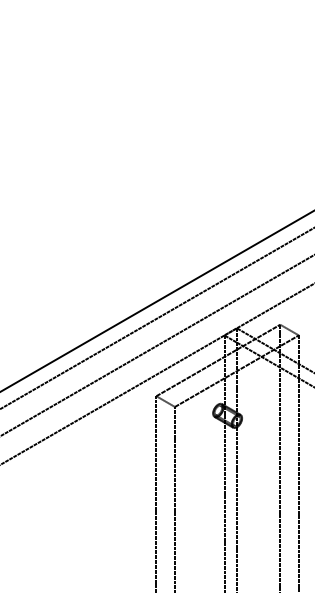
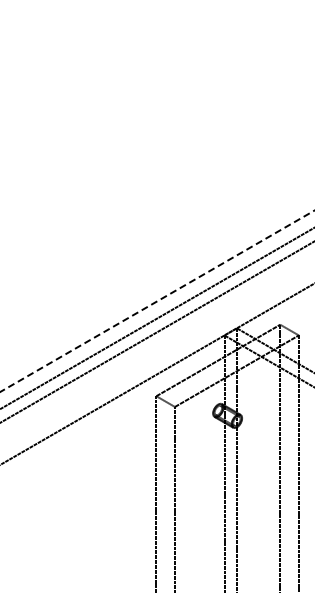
line at (158, 300): solid -> dashed
line at (156, 345) position: (156, 345) -> (156, 332)
